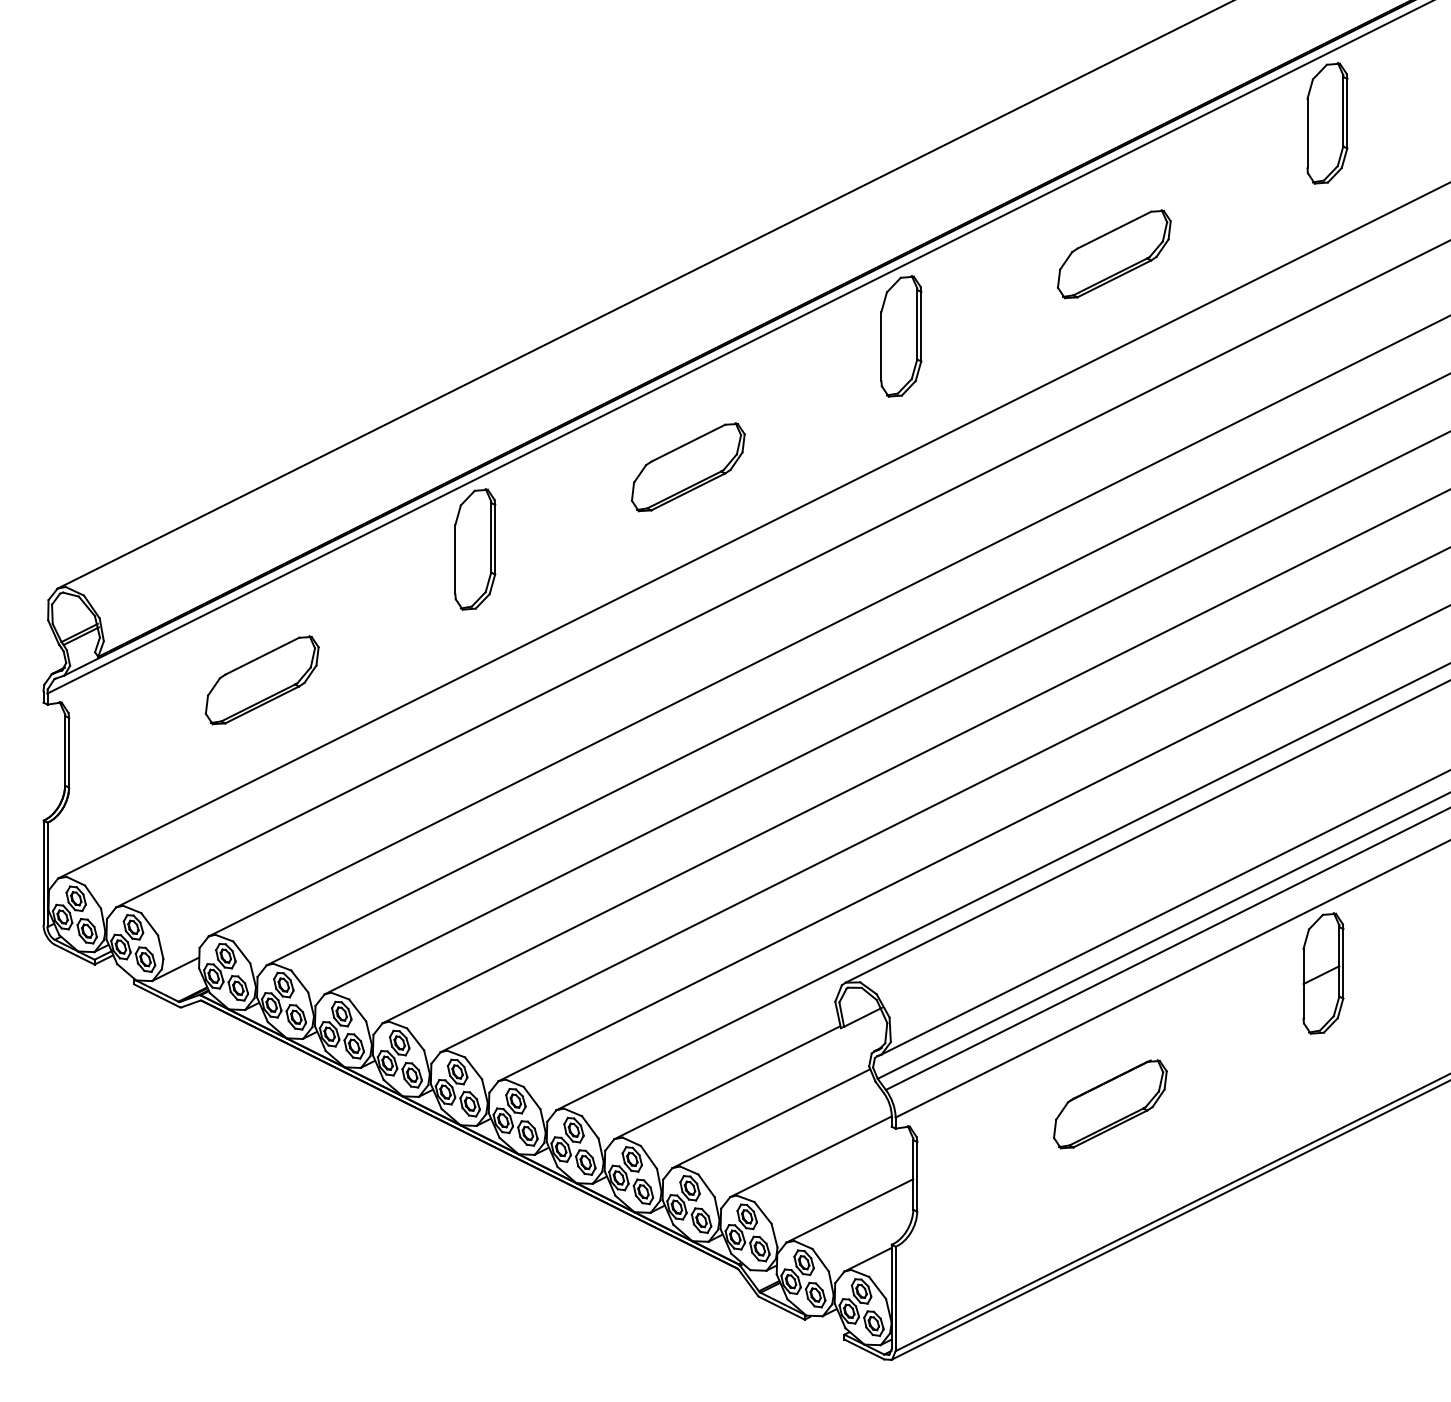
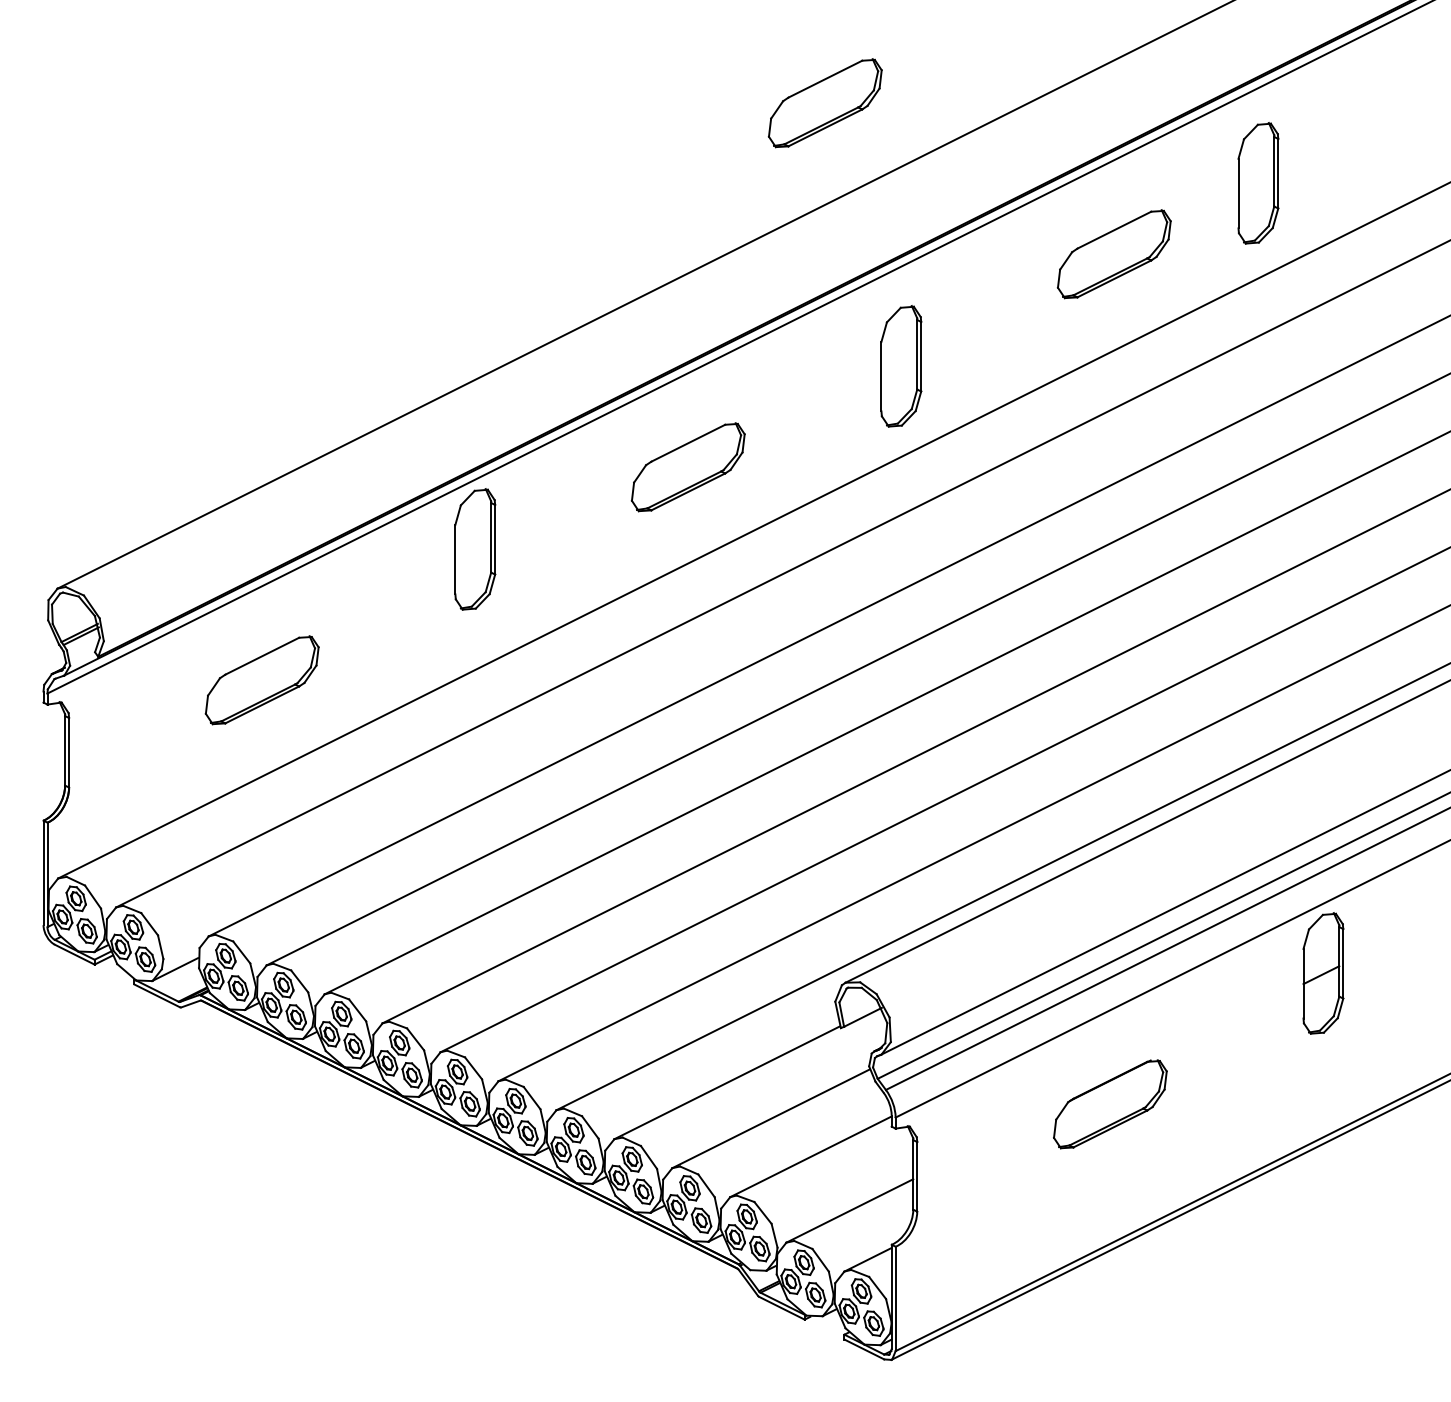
part at (824, 103): none -> present
part at (1327, 123) position: (1327, 123) -> (1258, 183)
part at (901, 336) position: (901, 336) -> (901, 366)
